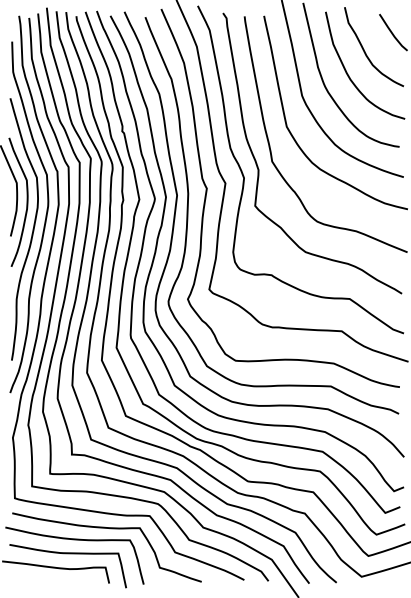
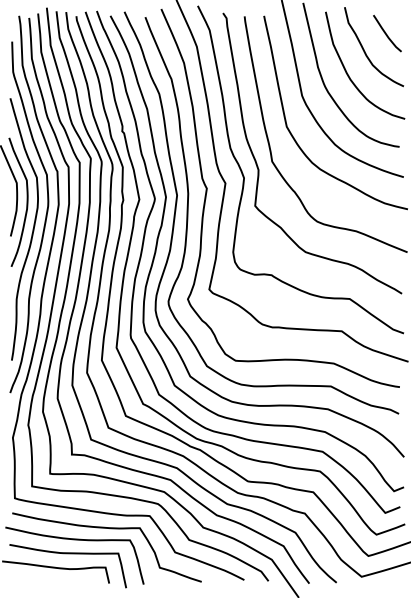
curve at (392, 32) position: (392, 32) -> (386, 33)
